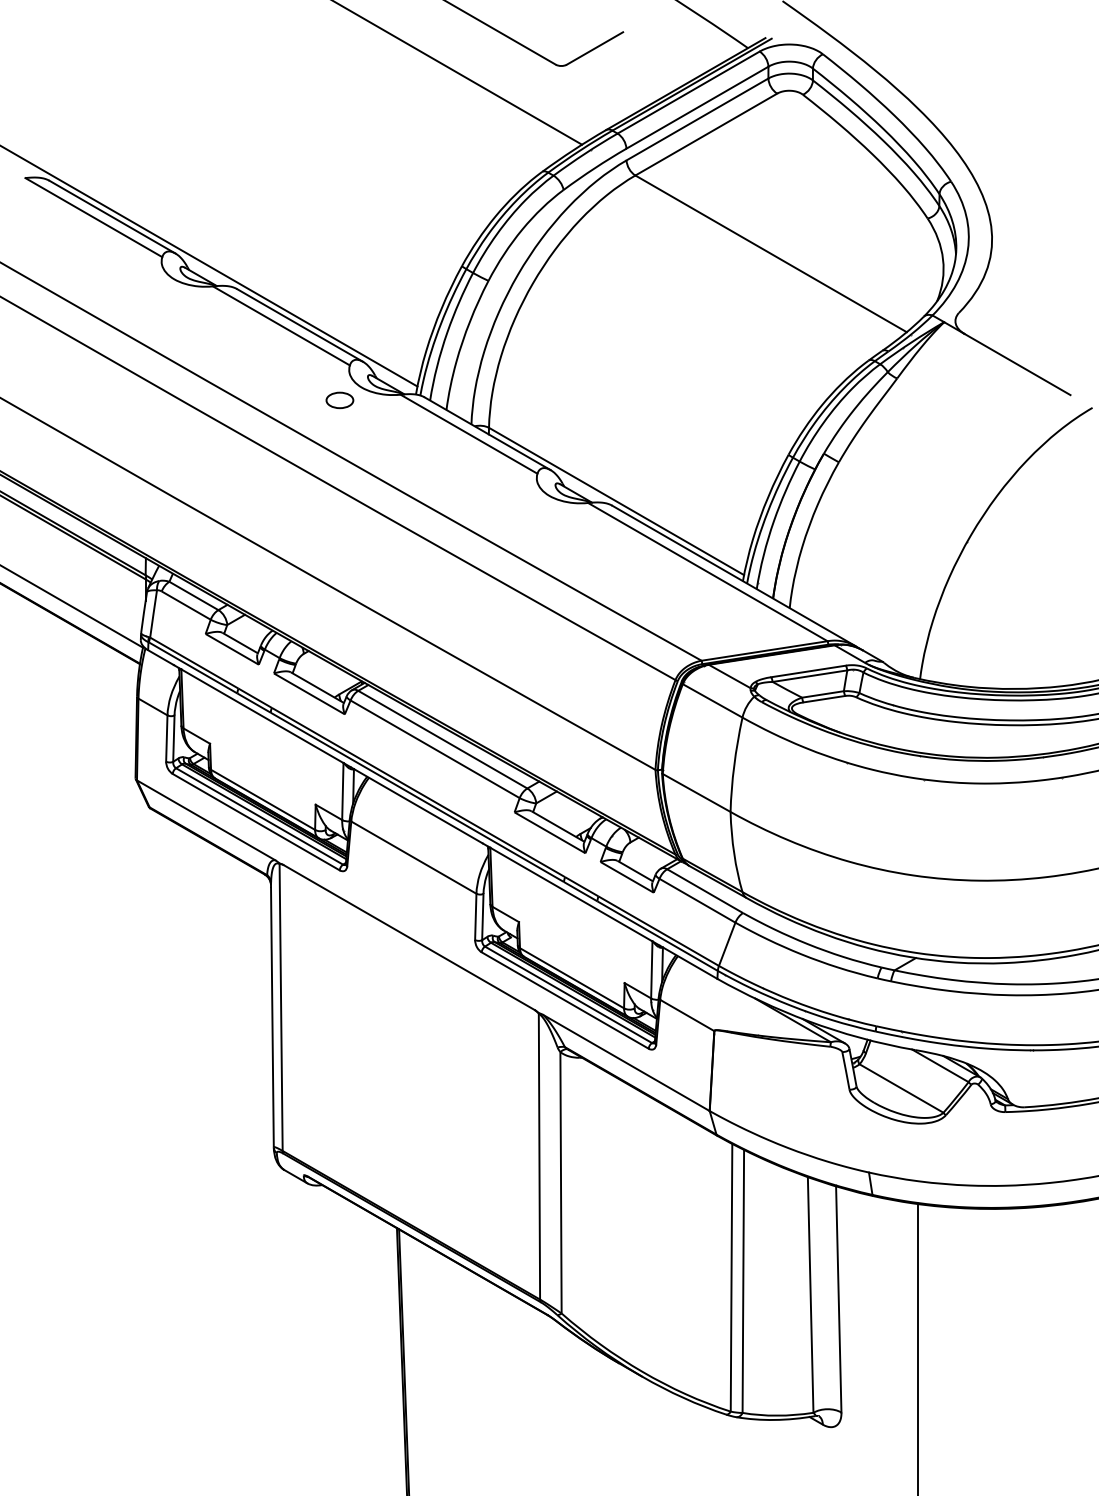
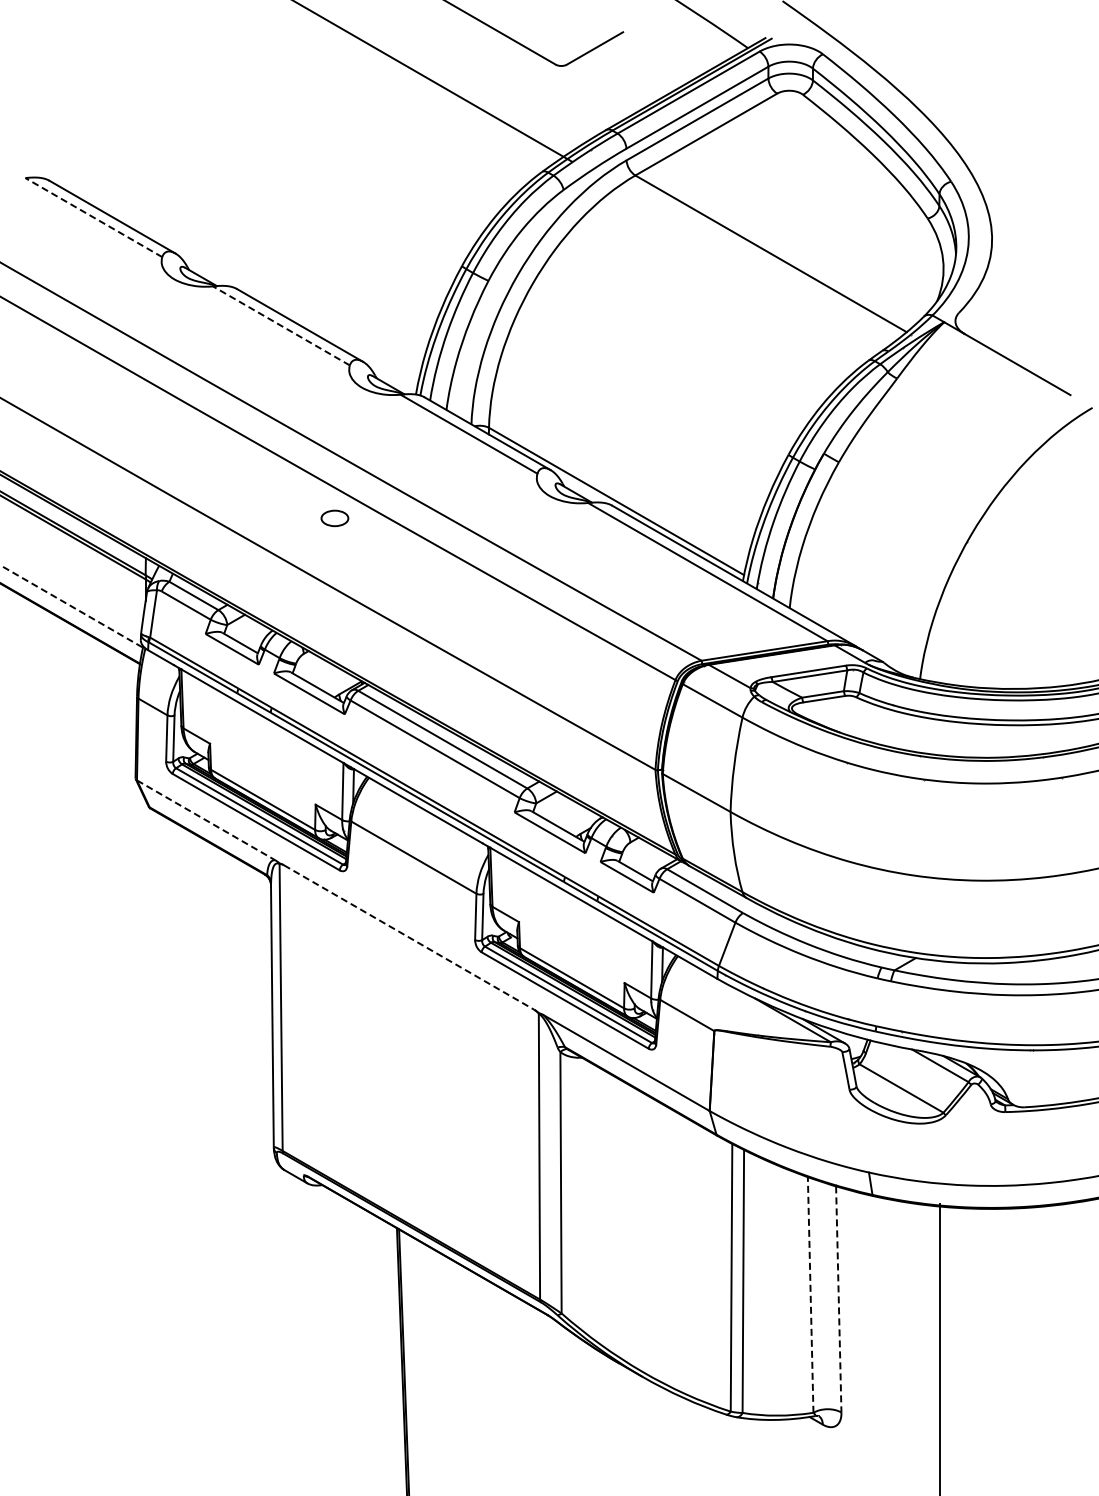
line at (458, 73) position: (458, 73) -> (433, 81)
line at (93, 217): solid -> dashed
line at (209, 266): present -> none
line at (281, 325): solid -> dashed
part at (339, 400) position: (339, 400) -> (334, 518)
line at (72, 606): solid -> dashed
line at (206, 820): solid -> dashed
line at (409, 937): solid -> dashed
line at (810, 1294): solid -> dashed
line at (838, 1299): solid -> dashed
line at (917, 1348) position: (917, 1348) -> (939, 1348)
